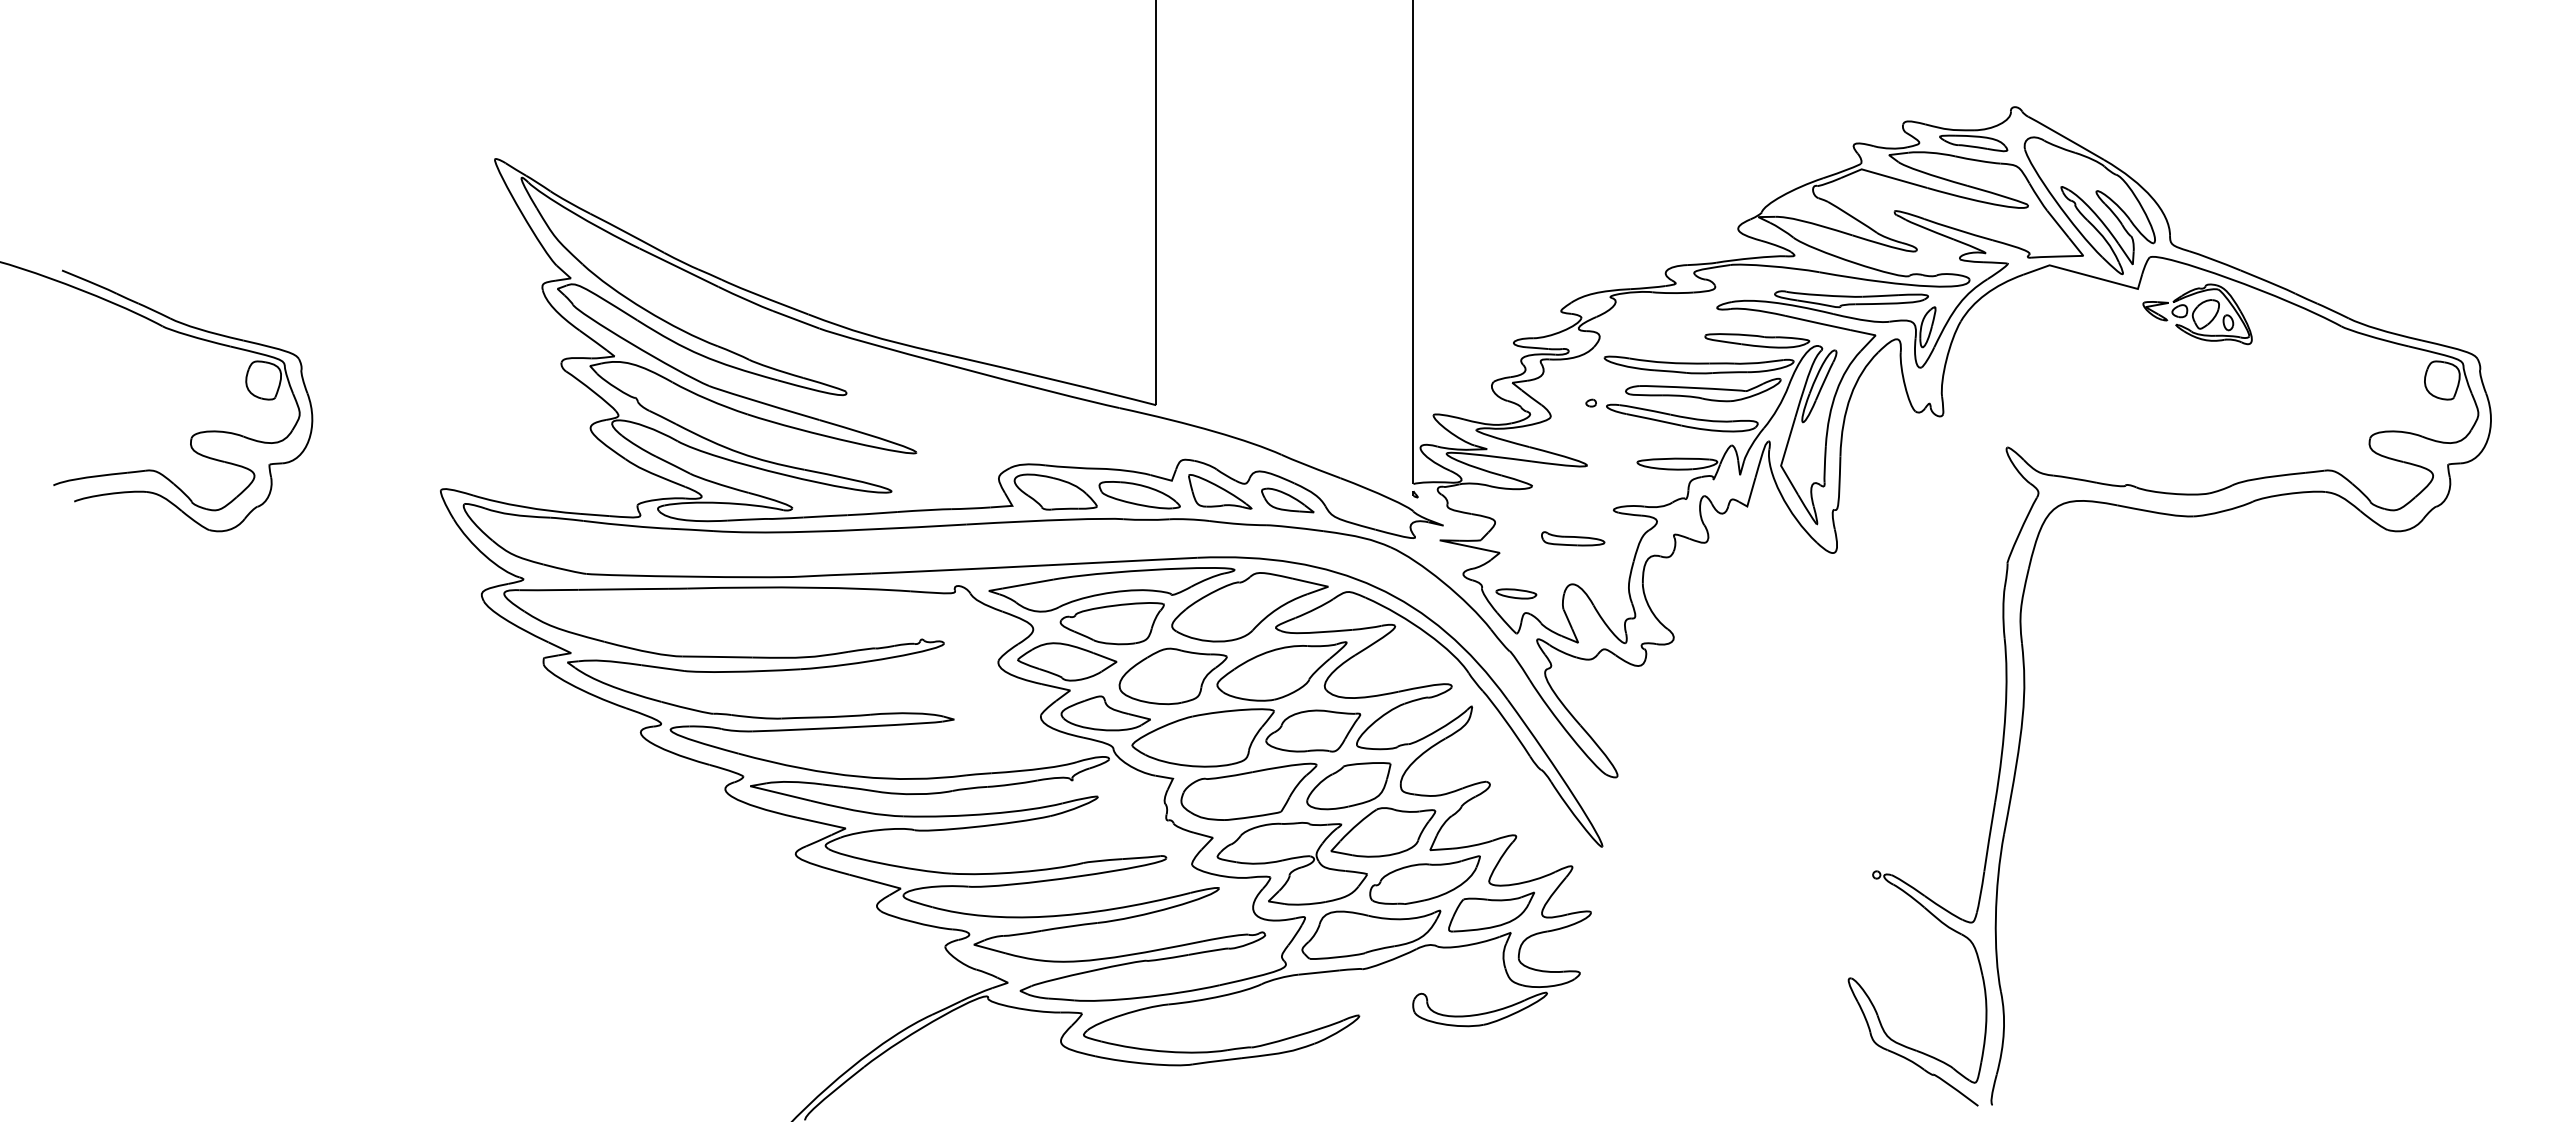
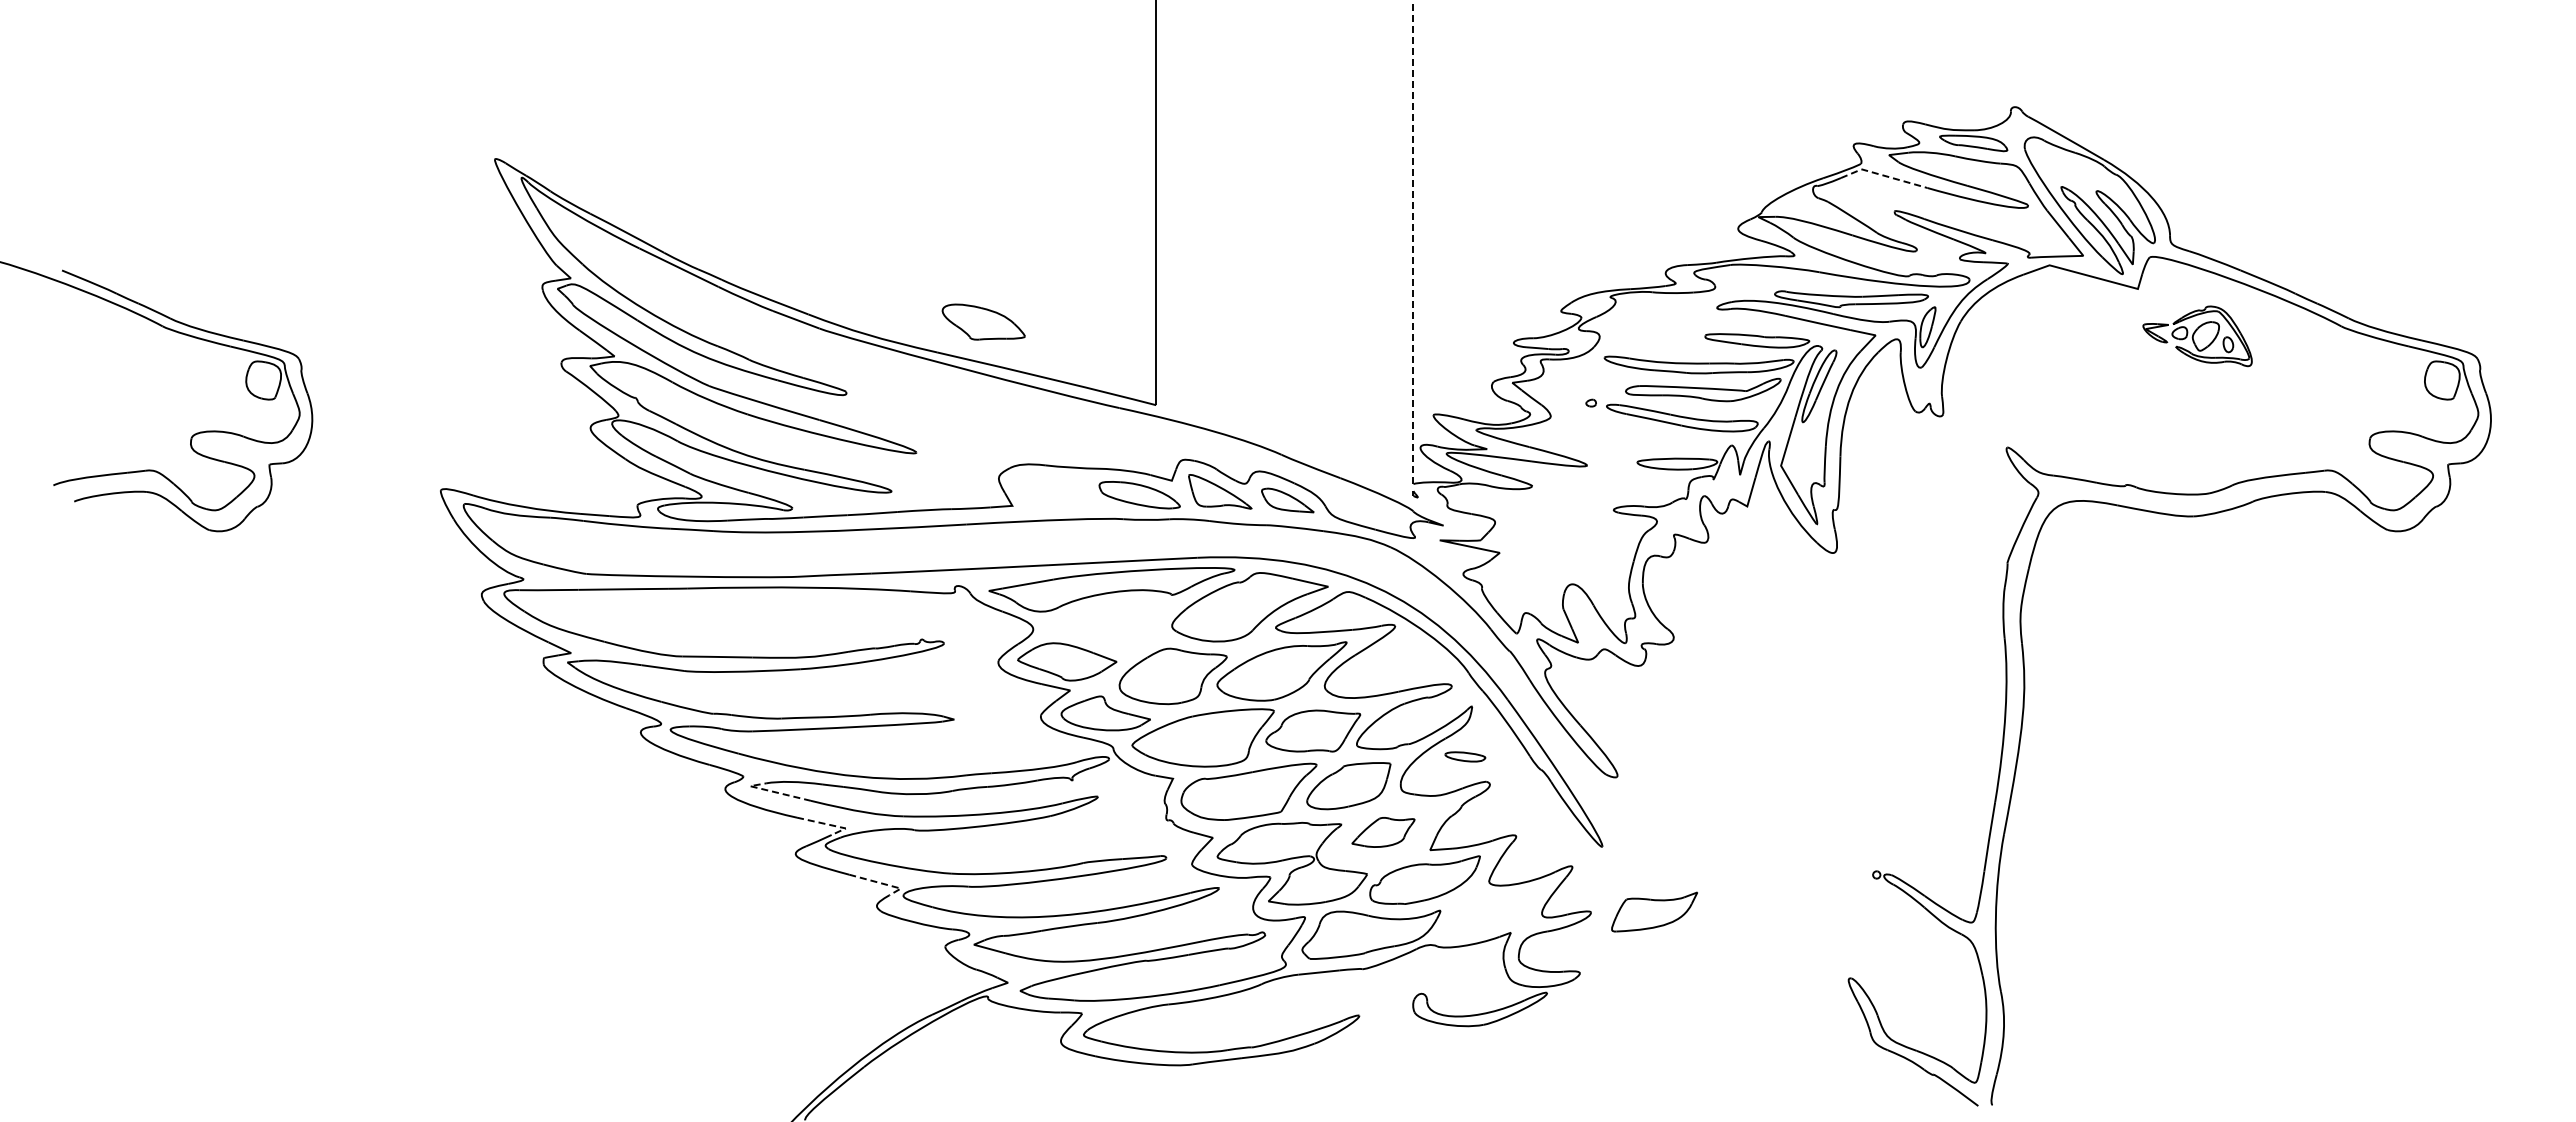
line at (1883, 175): solid -> dashed
line at (1413, 242): solid -> dashed
part at (2197, 314) position: (2197, 314) -> (2197, 336)
part at (1055, 491) position: (1055, 491) -> (983, 321)
part at (1573, 538): present -> none
part at (1516, 593) position: (1516, 593) -> (1465, 756)
part at (1111, 623): present -> none
line at (771, 791): solid -> dashed
line at (830, 825): solid -> dashed
part at (1383, 832) size: 107x51 px -> 65x31 px
line at (882, 883): solid -> dashed
part at (1491, 911) position: (1491, 911) -> (1654, 911)
